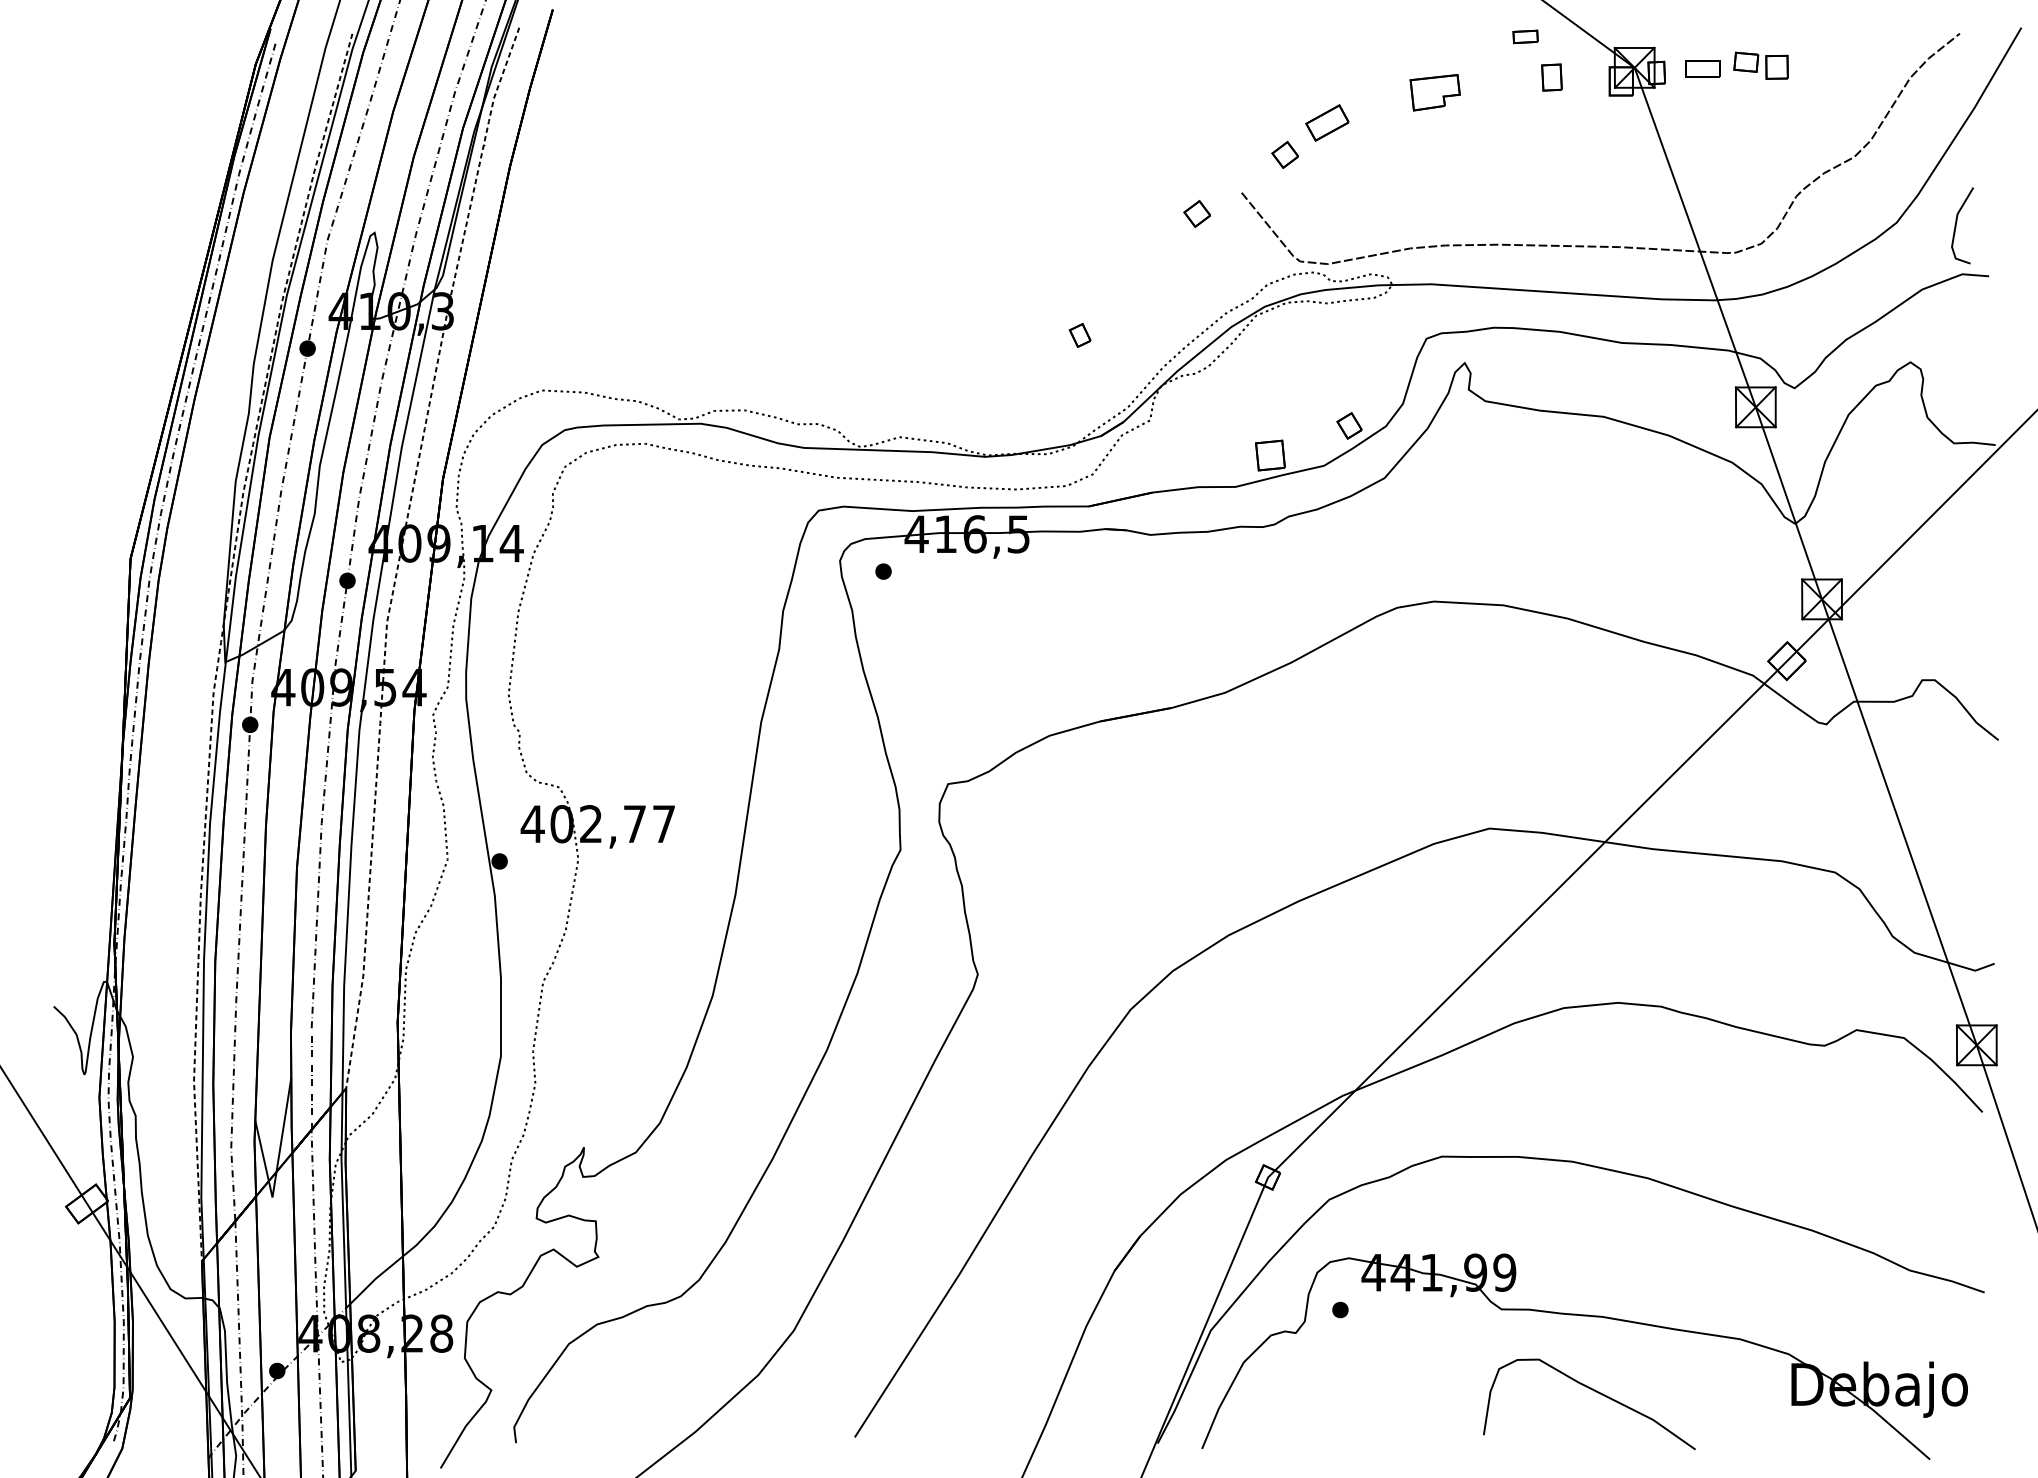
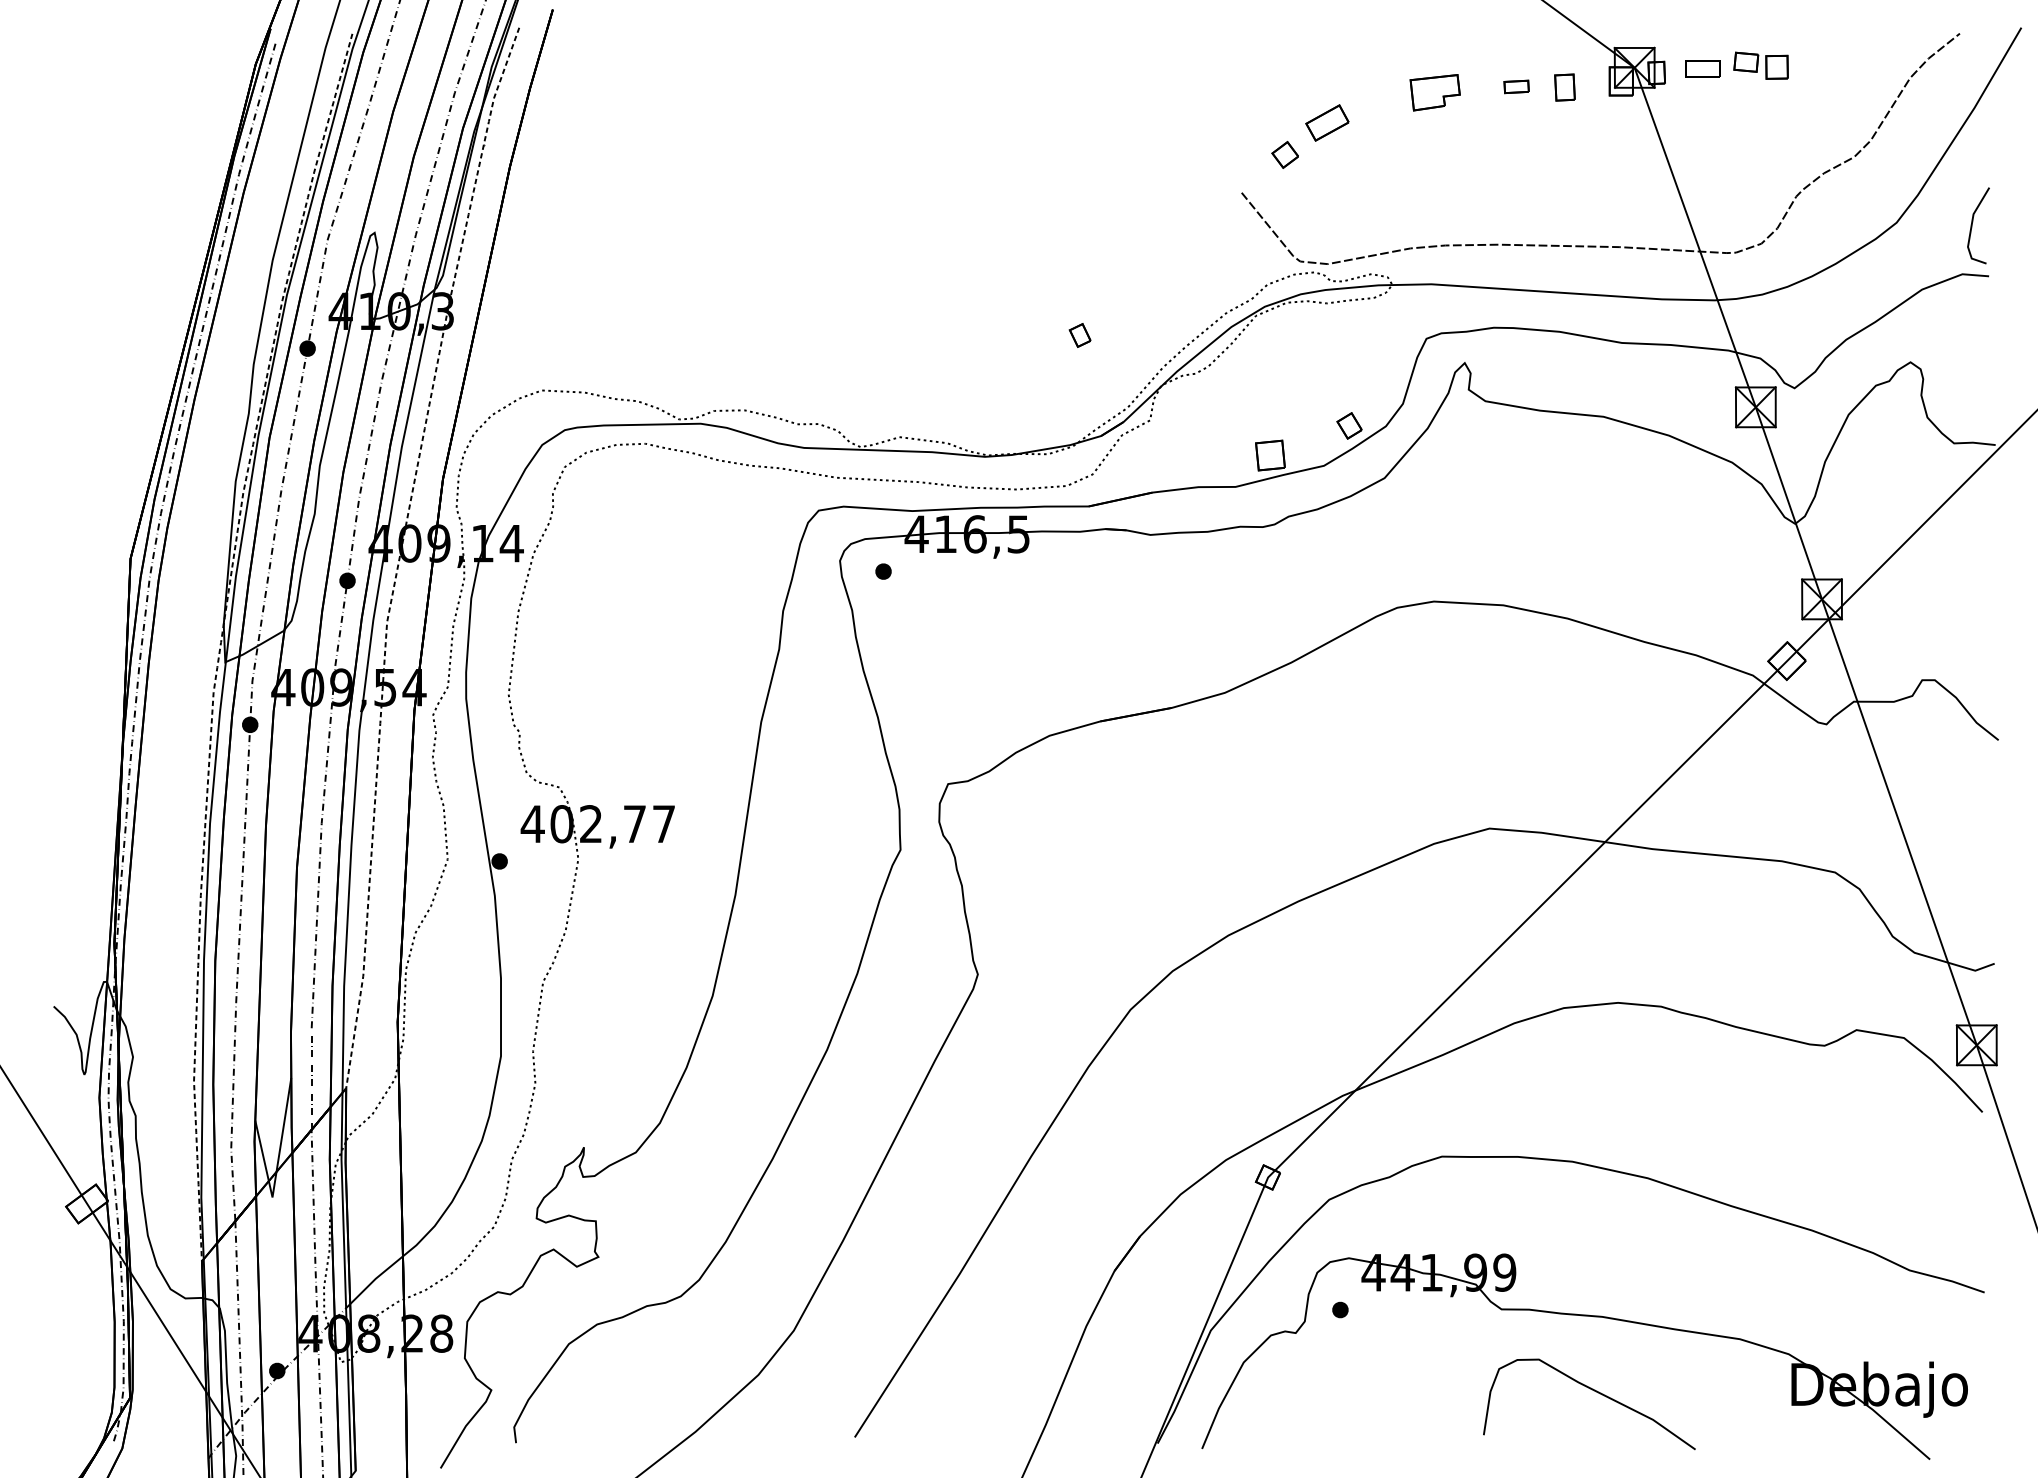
part at (1525, 36) position: (1525, 36) -> (1516, 86)
part at (1551, 77) position: (1551, 77) -> (1564, 87)
part at (1196, 213): present -> none
line at (1957, 222) position: (1957, 222) -> (1973, 222)
